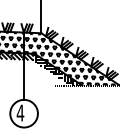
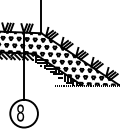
text at (20, 112): 4 -> 8
